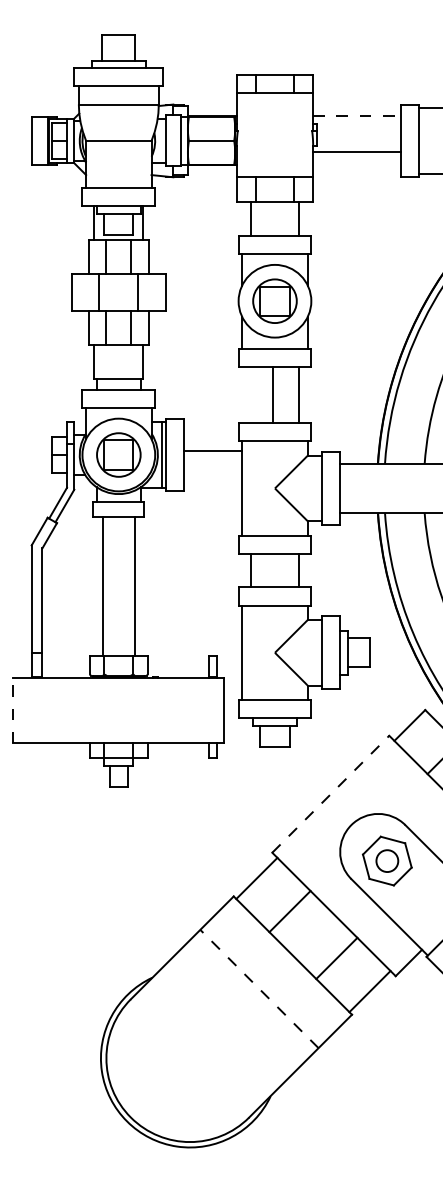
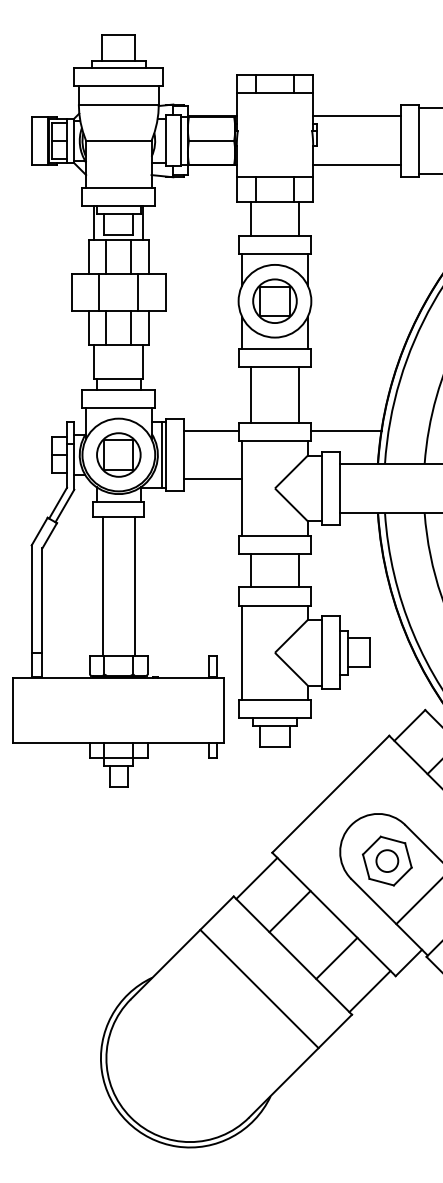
line at (357, 116): dashed -> solid
line at (356, 152) position: (356, 152) -> (356, 165)
line at (272, 394) position: (272, 394) -> (250, 394)
line at (211, 430): none -> present
line at (346, 430): none -> present
line at (213, 451) position: (213, 451) -> (213, 479)
line at (13, 710): dashed -> solid
line at (330, 794): dashed -> solid
line at (417, 902): none -> present
line at (259, 989): dashed -> solid
